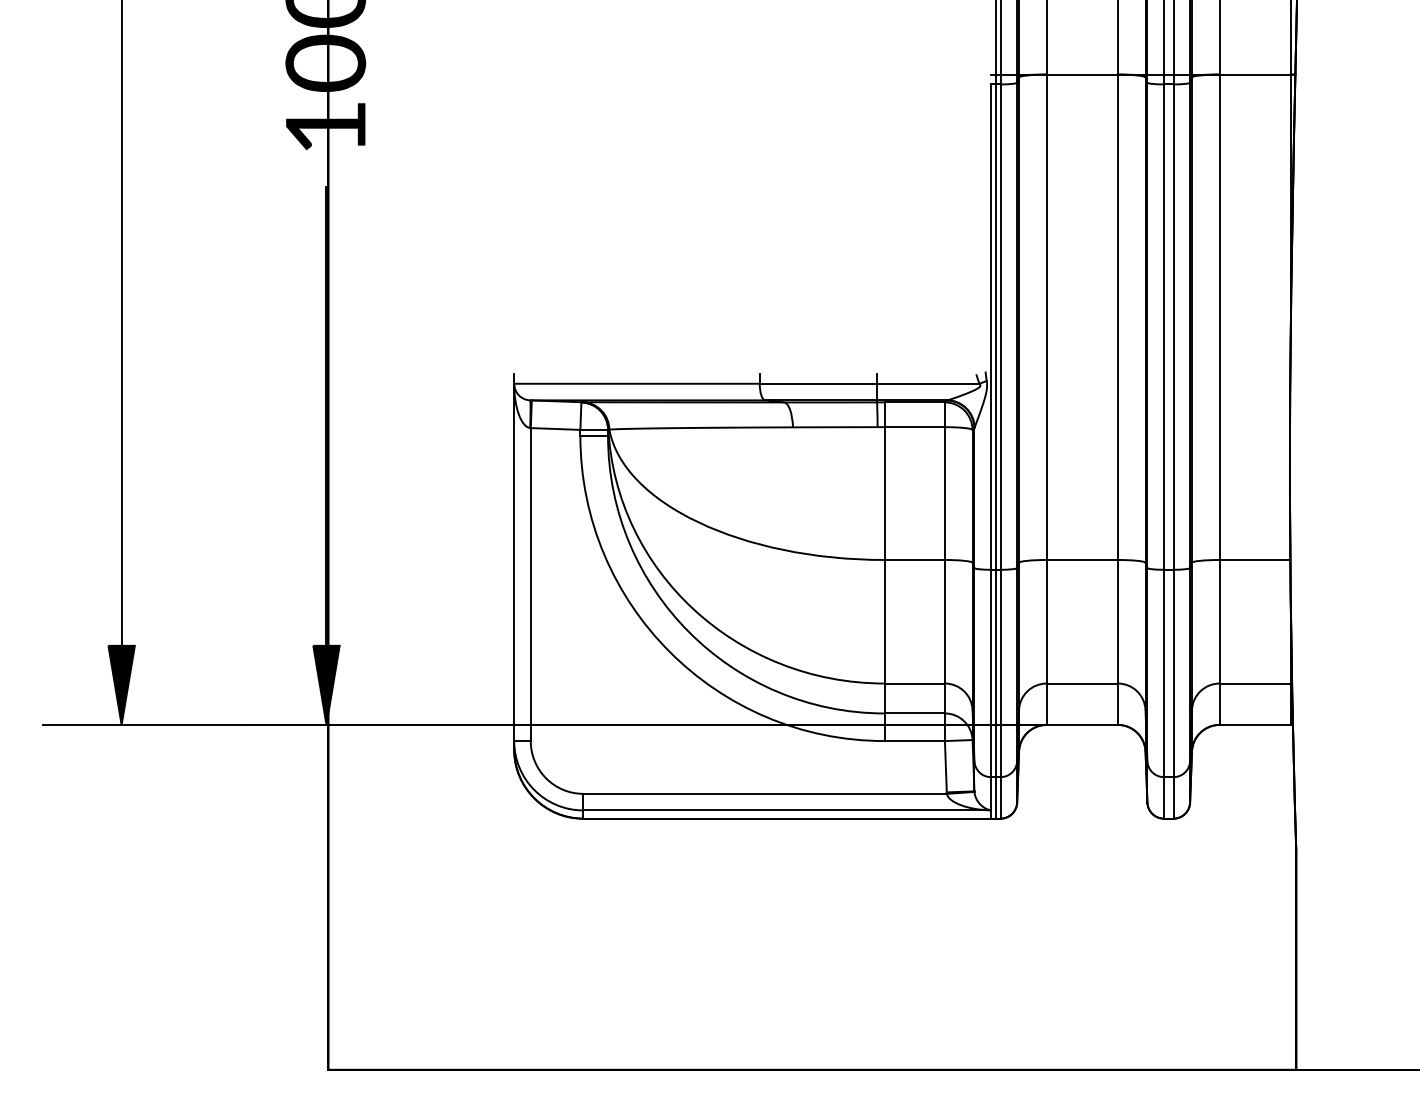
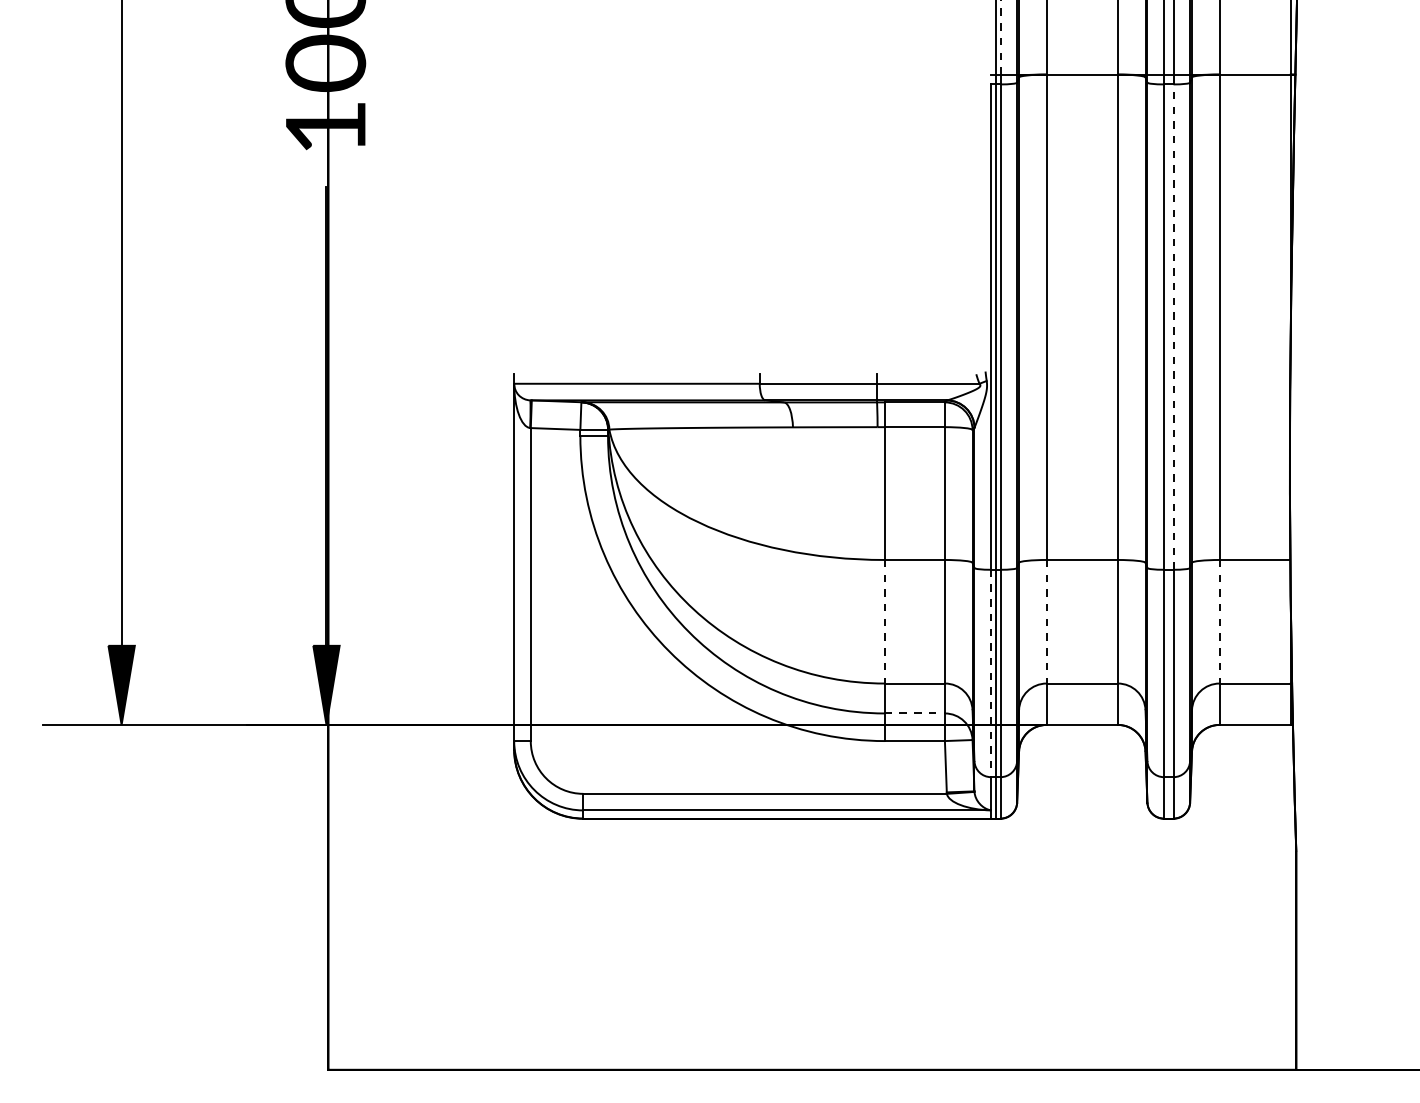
line at (1000, 37): solid -> dashed
line at (1173, 327): solid -> dashed
line at (884, 621): solid -> dashed
line at (1046, 621): solid -> dashed
line at (1219, 621): solid -> dashed
line at (991, 673): solid -> dashed
line at (915, 713): solid -> dashed
